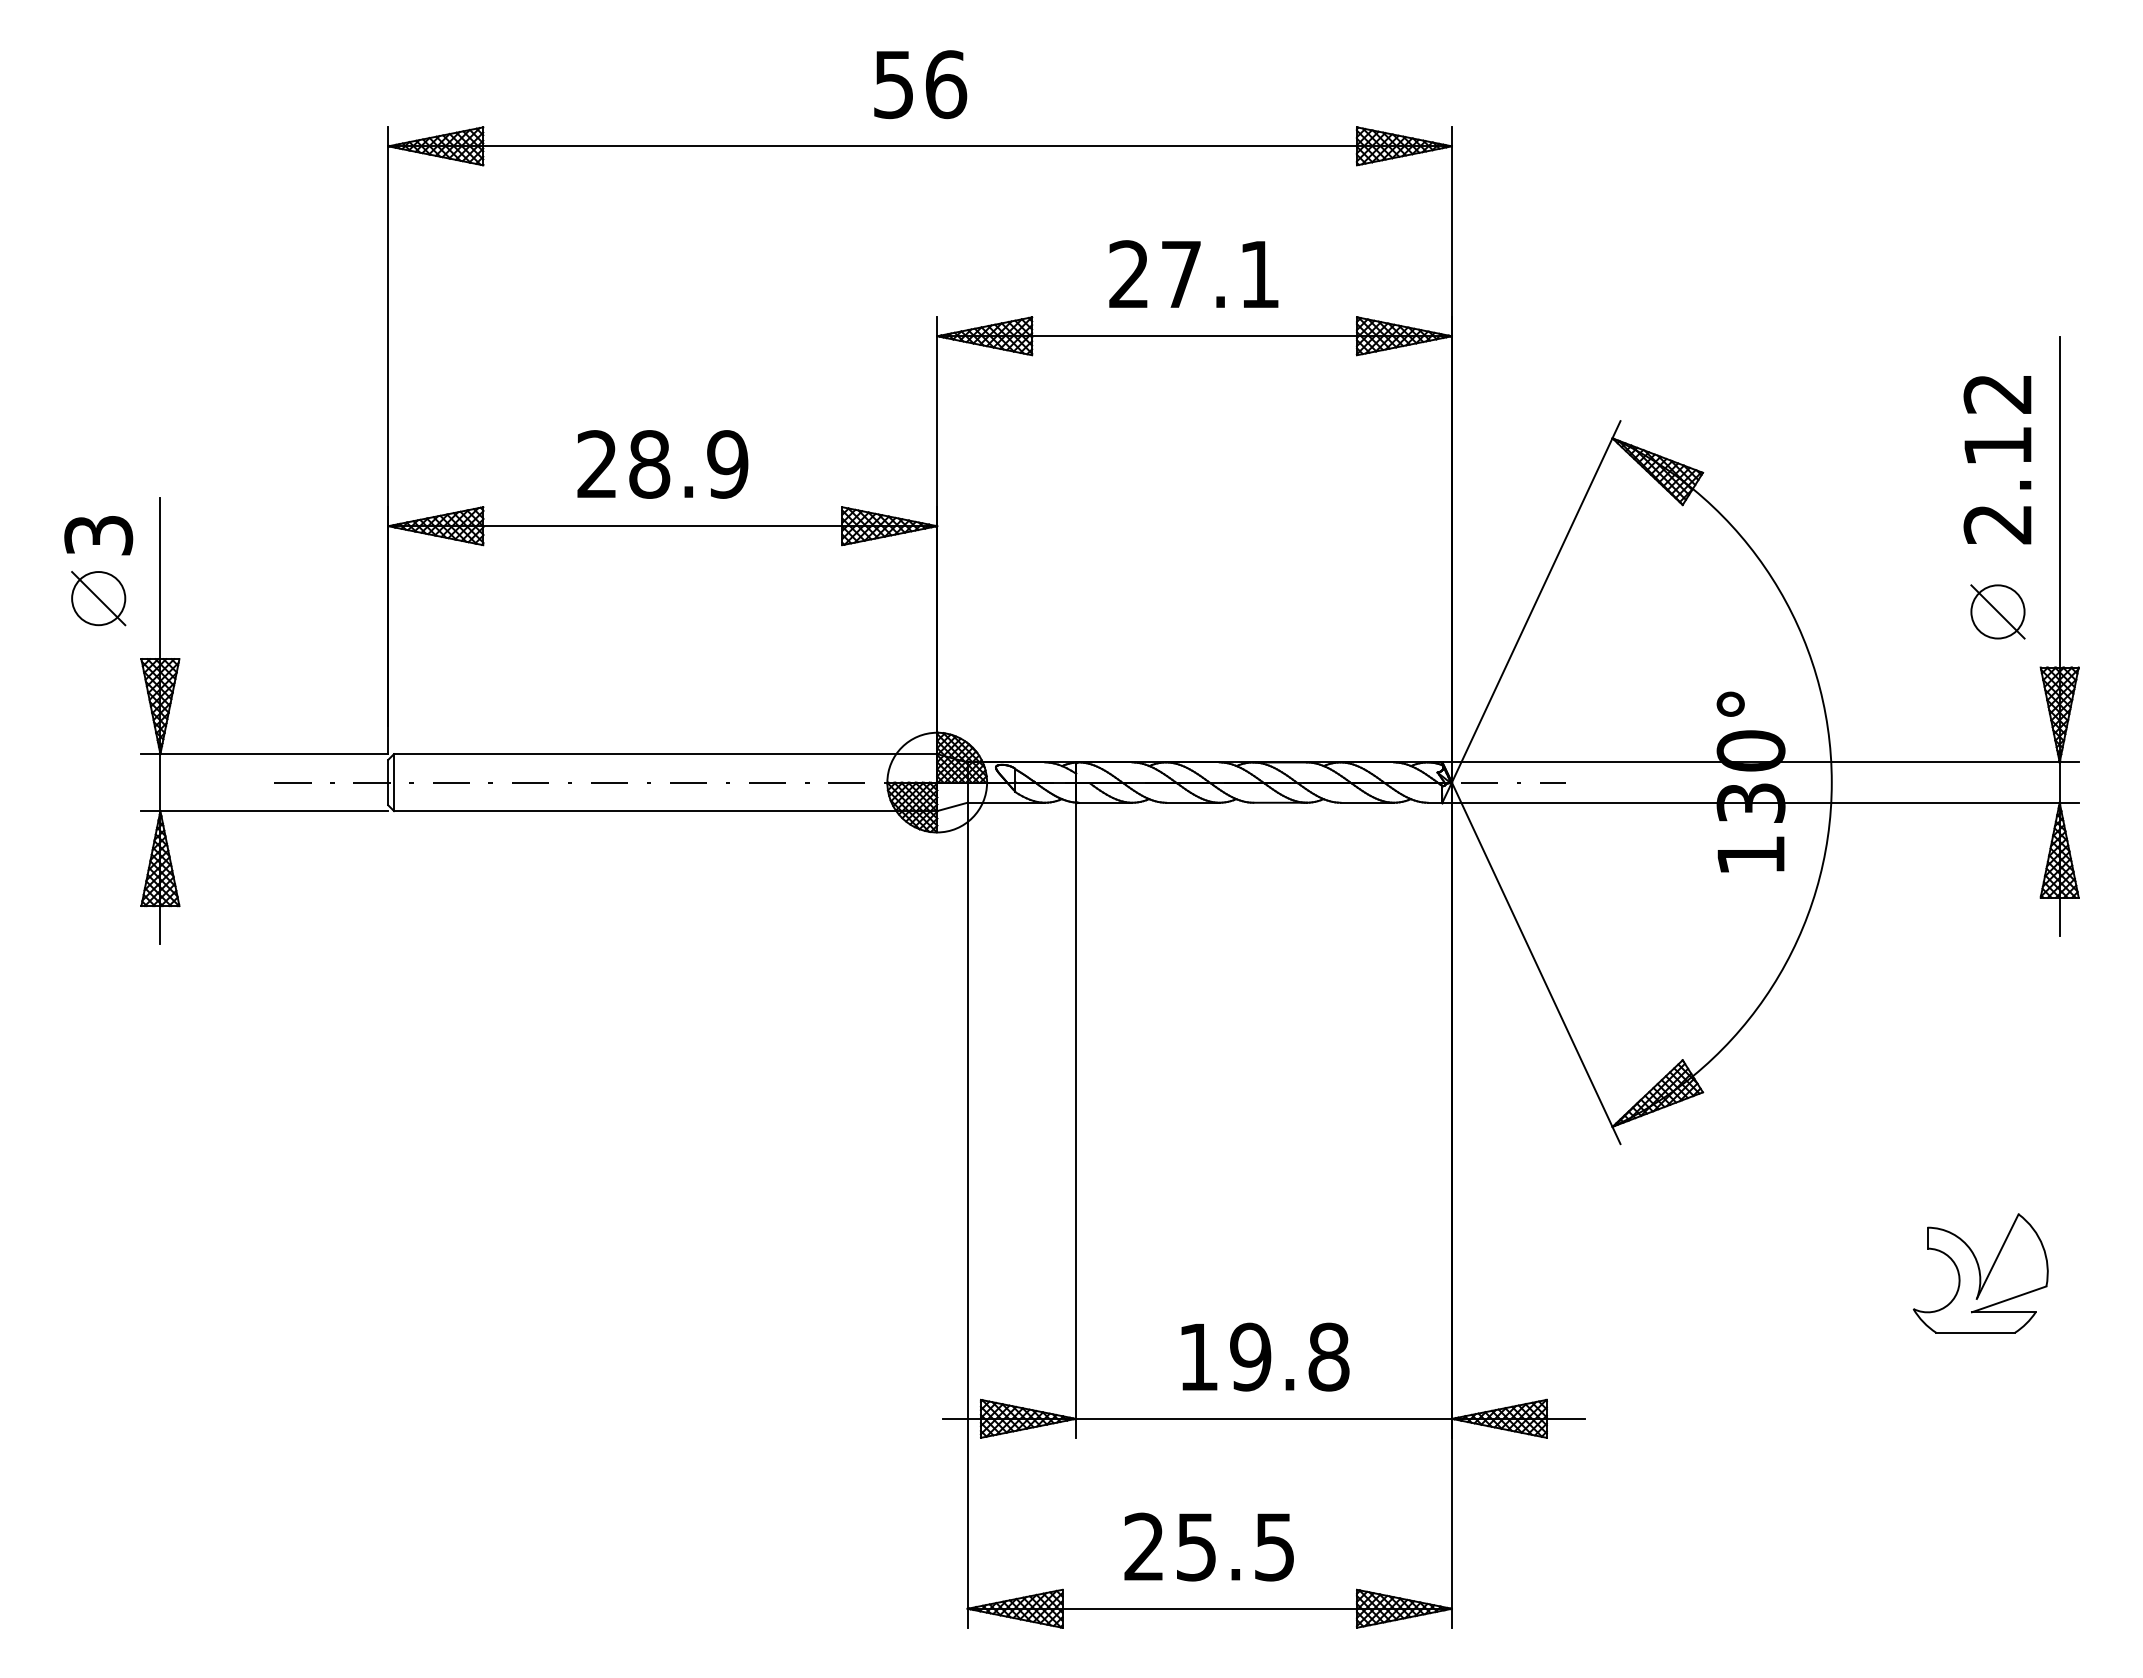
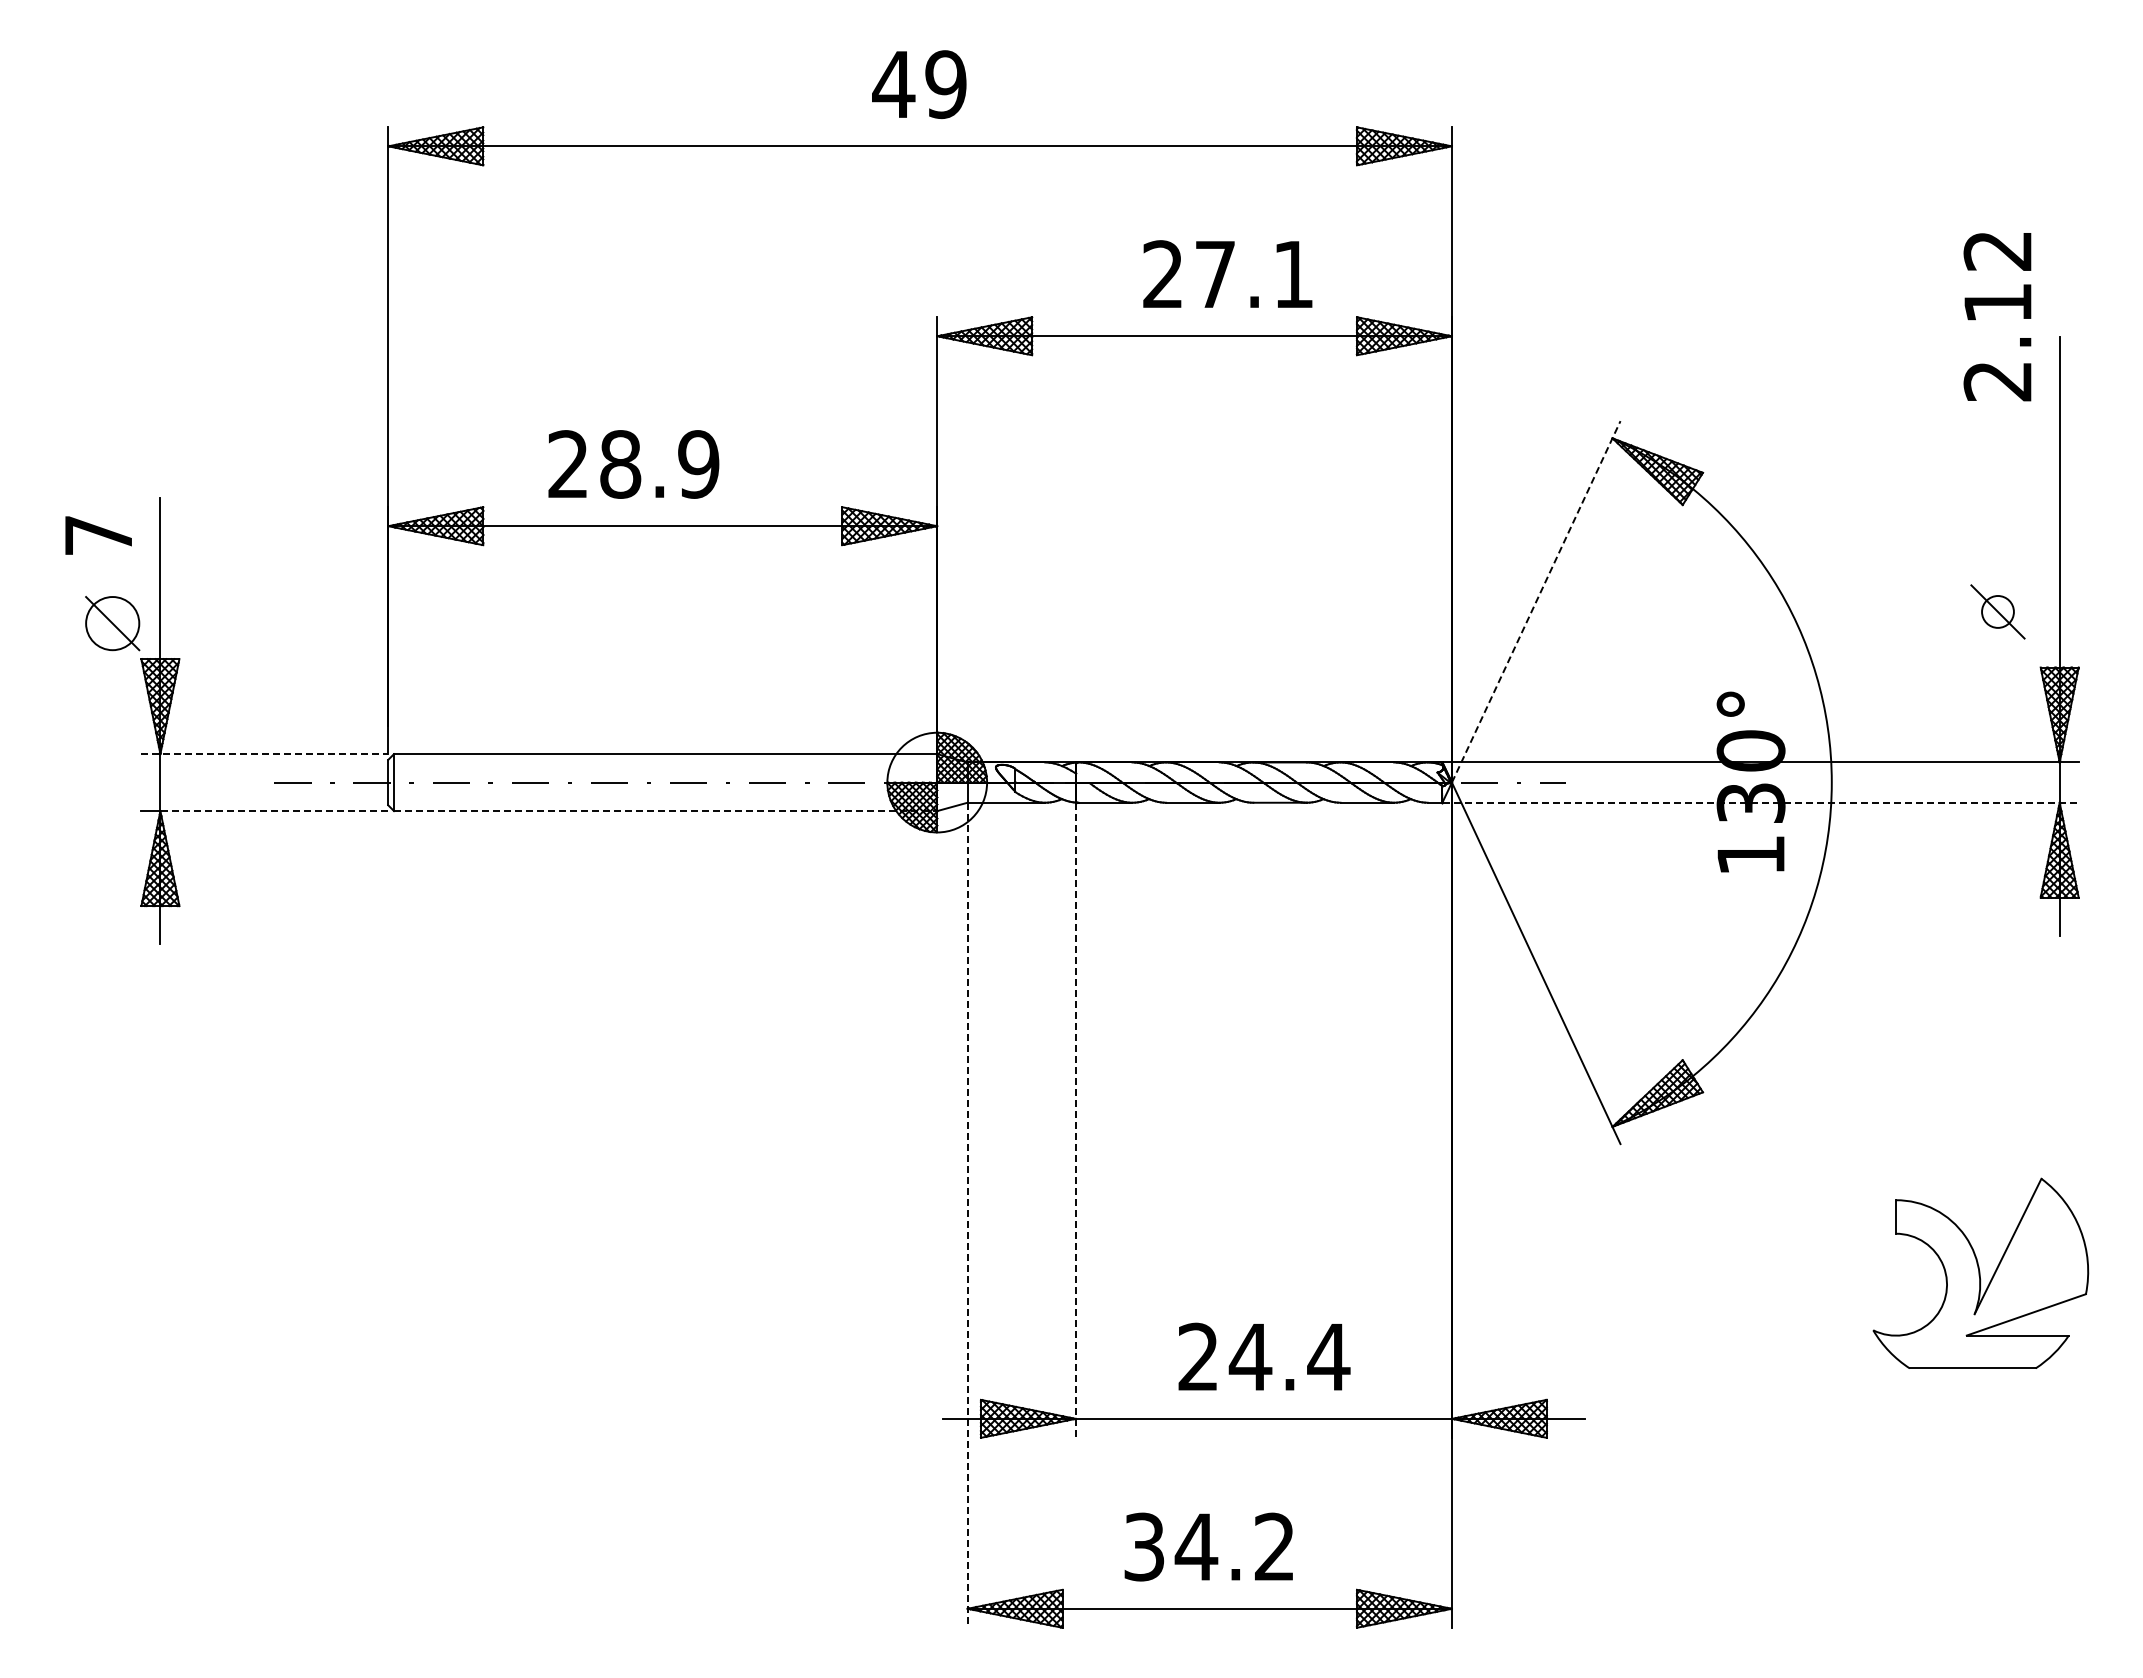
text at (919, 84): 56 -> 49
text at (1193, 273) position: (1193, 273) -> (1227, 273)
text at (1997, 460) position: (1997, 460) -> (1997, 317)
text at (662, 464) position: (662, 464) -> (633, 464)
text at (98, 535): 3 -> 7
part at (98, 598) position: (98, 598) -> (112, 623)
line at (1536, 601): solid -> dashed
circle at (1997, 611) diameter: 53 px -> 32 px
line at (265, 754): solid -> dashed
line at (1761, 802): solid -> dashed
line at (274, 811): solid -> dashed
line at (665, 811): solid -> dashed
line at (1075, 1120): solid -> dashed
line at (967, 1215): solid -> dashed
part at (1980, 1273) size: 137x121 px -> 218x192 px
text at (1264, 1356): 19.8 -> 24.4
text at (1208, 1546): 25.5 -> 34.2
